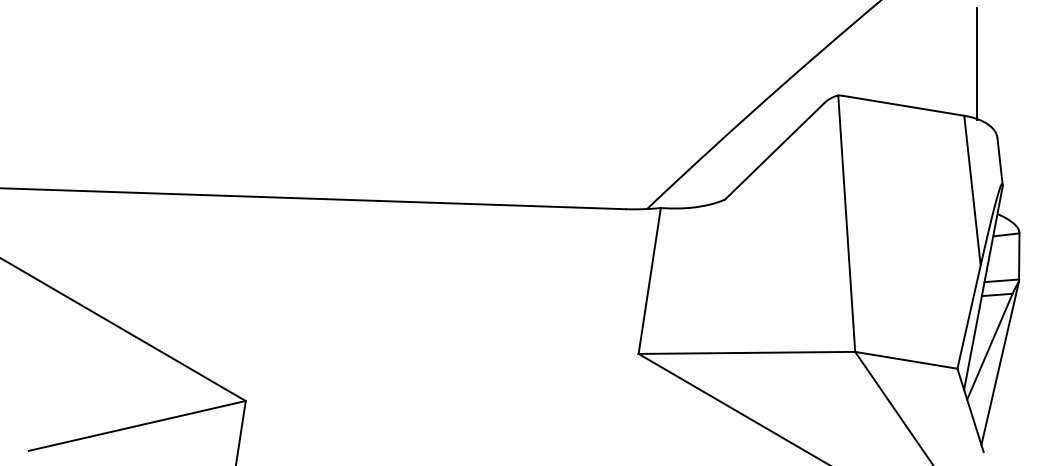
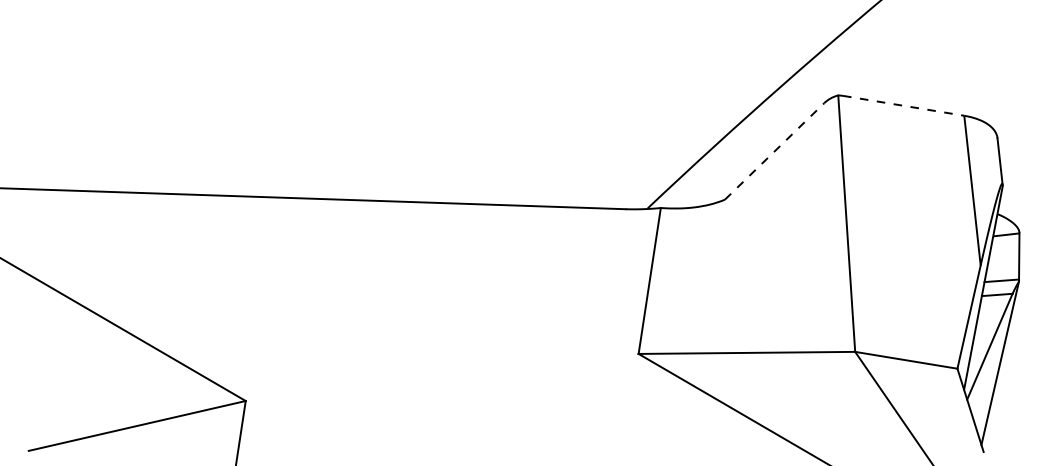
line at (976, 63): present -> none
line at (904, 105): solid -> dashed
line at (774, 151): solid -> dashed
